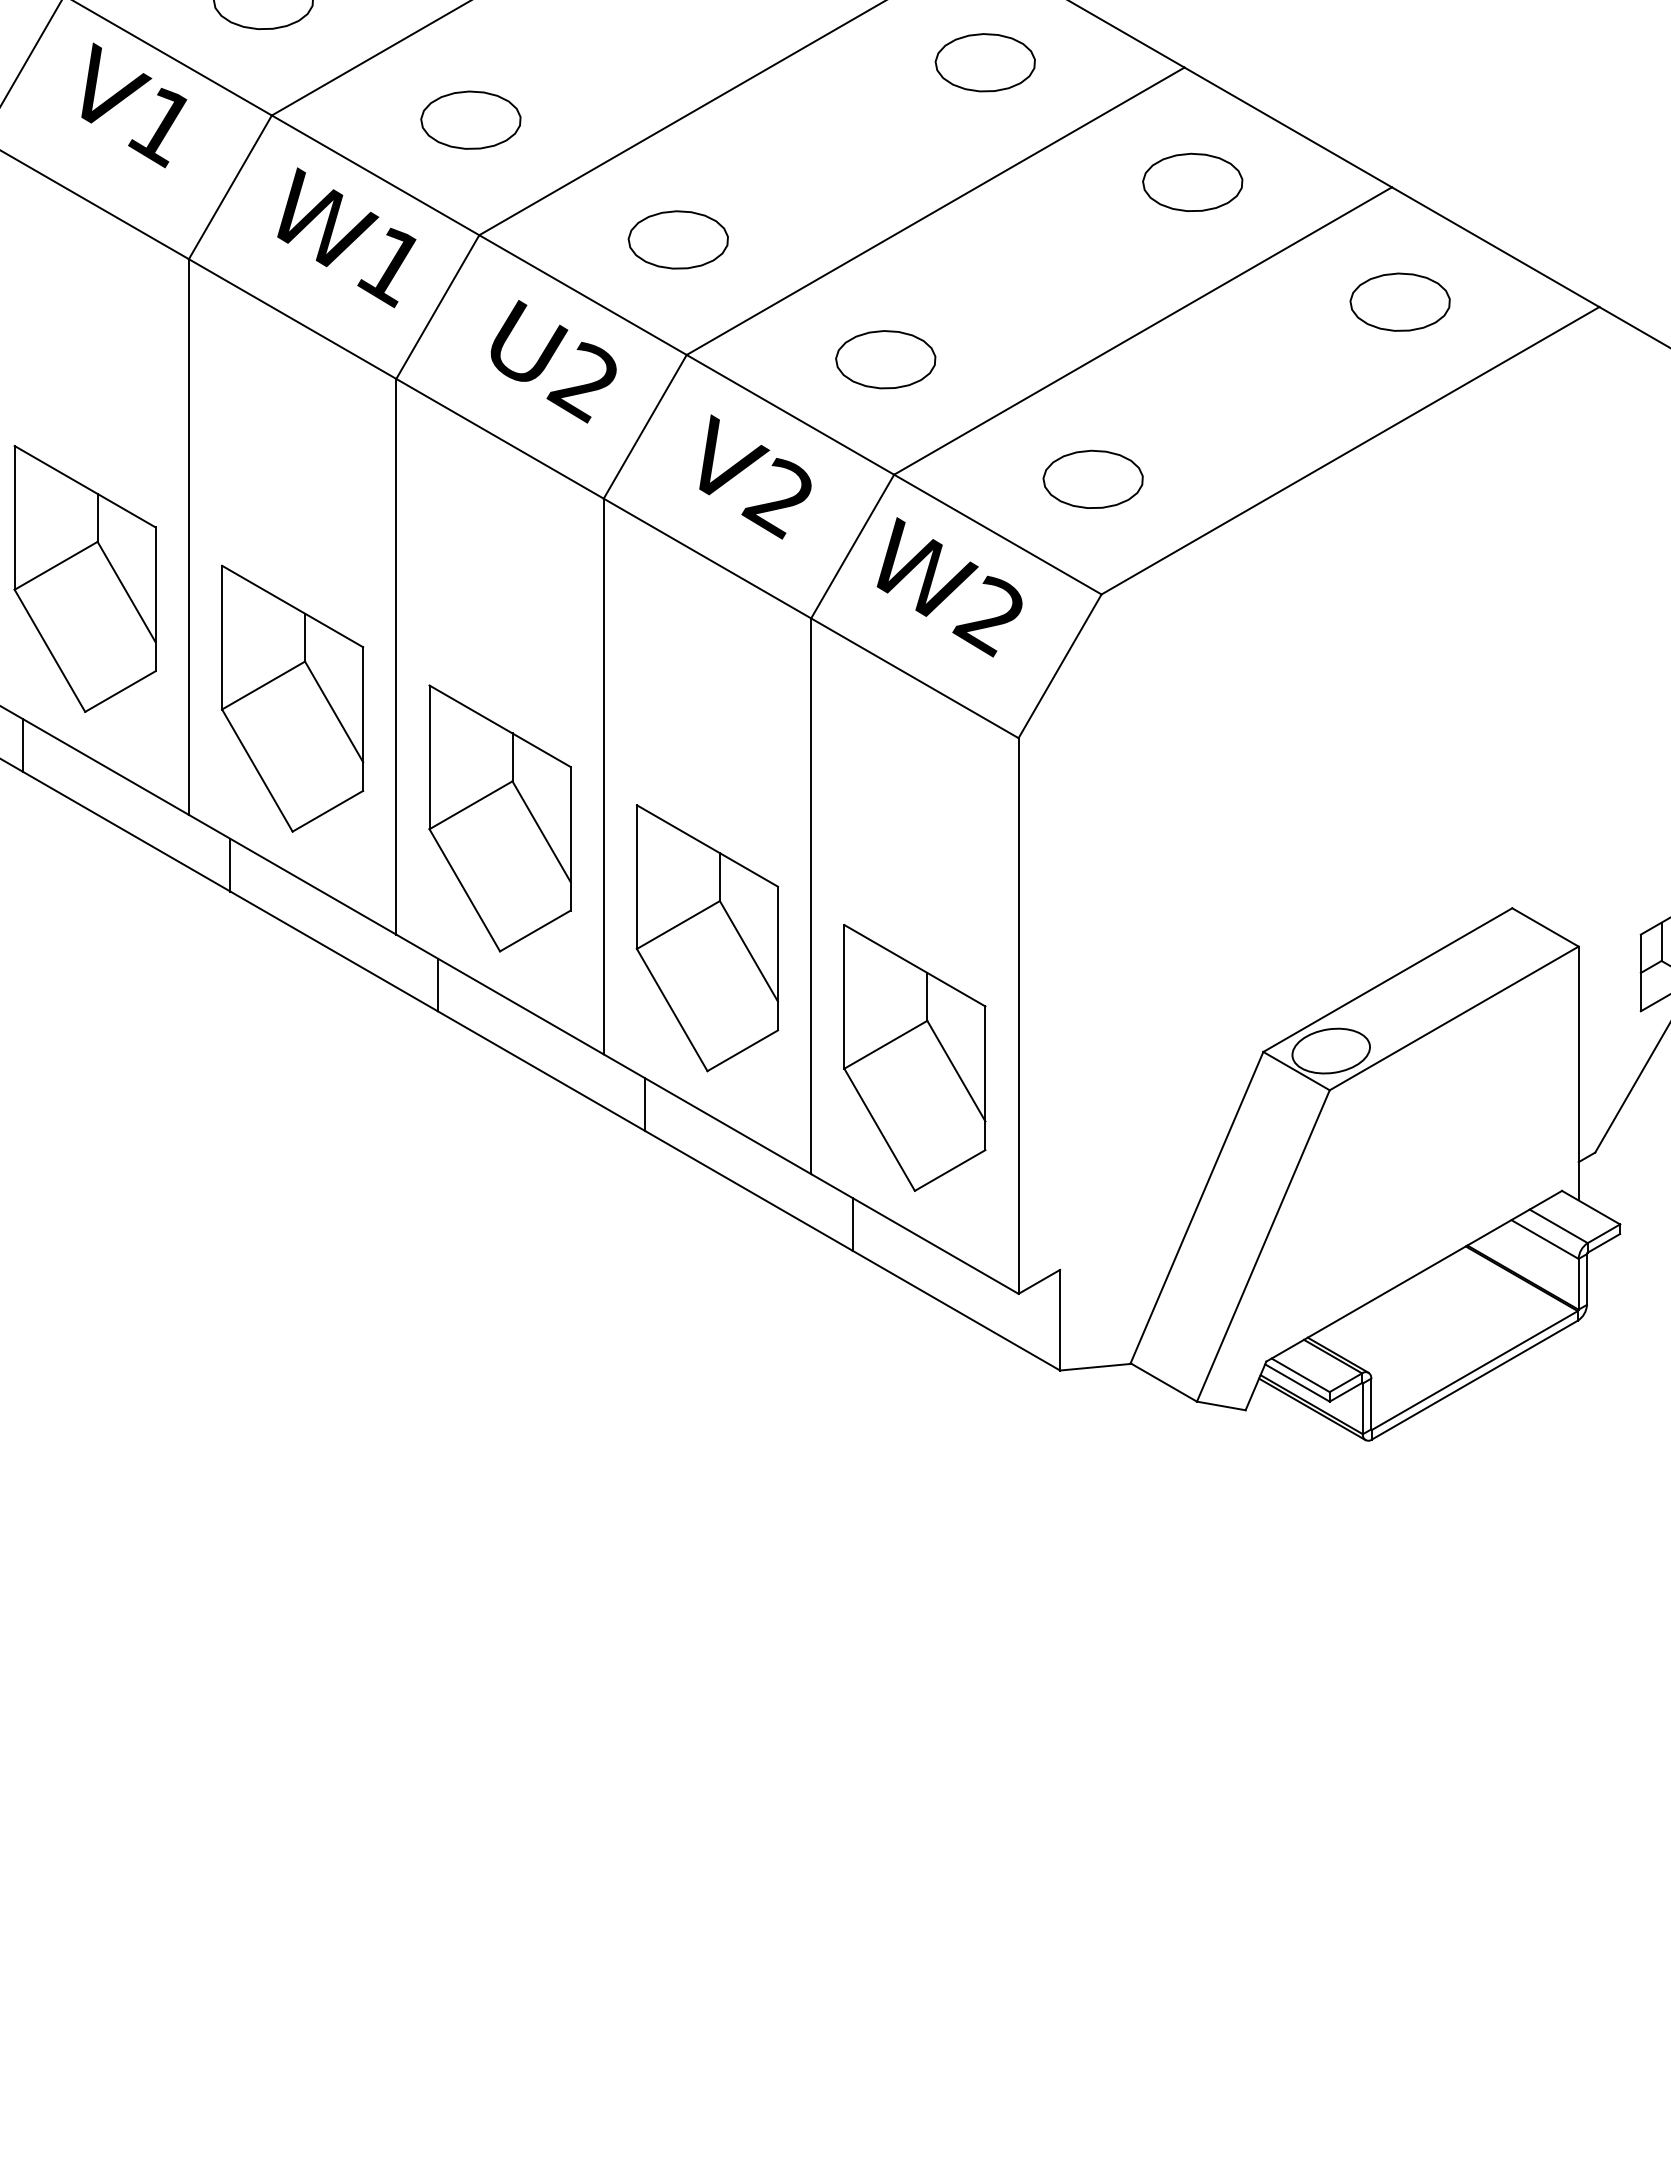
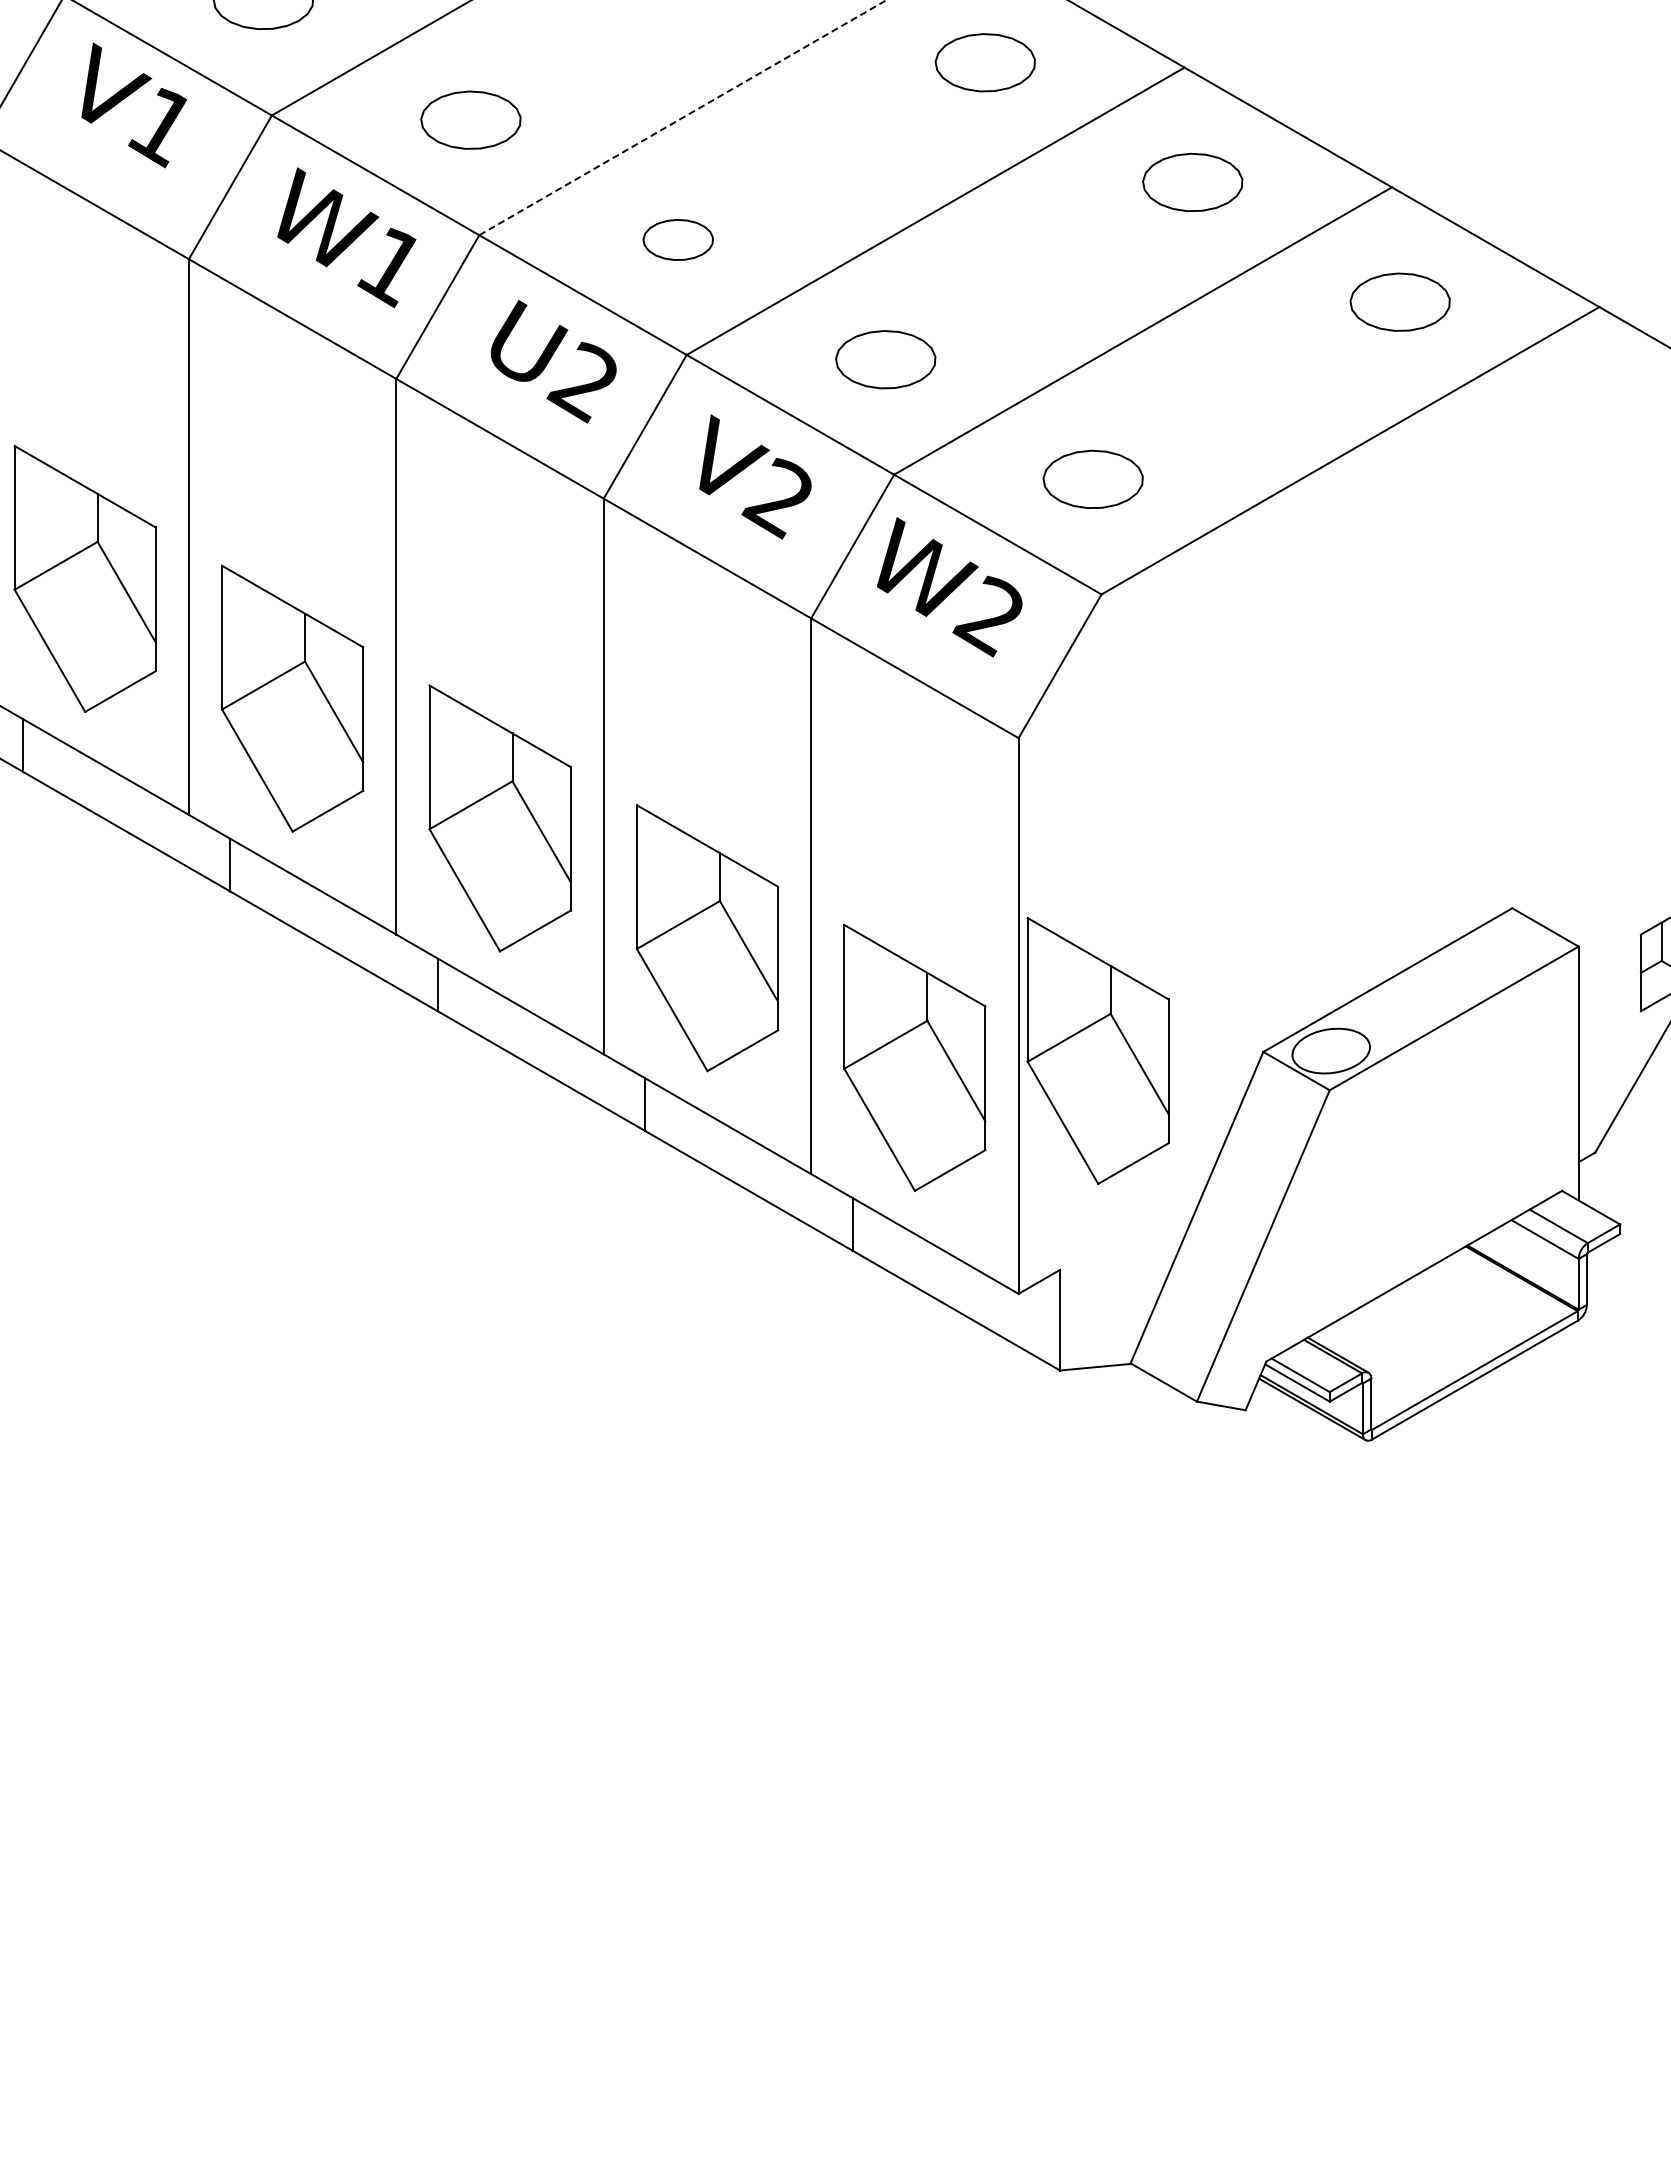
line at (682, 117): solid -> dashed
part at (677, 239) size: 102x60 px -> 72x42 px
part at (1097, 1050): none -> present
